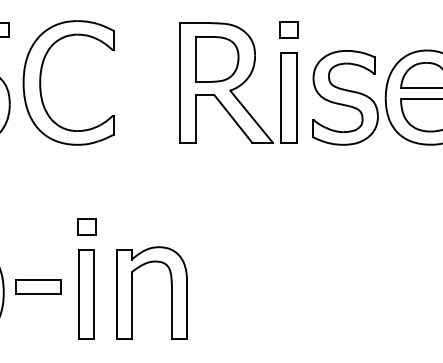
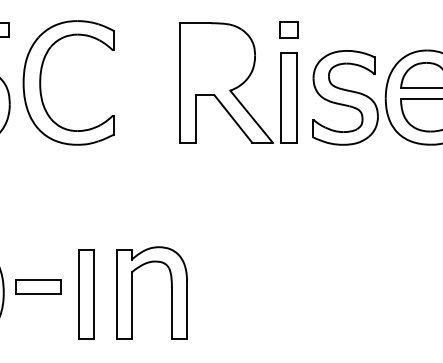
part at (217, 59): present -> none
part at (86, 226): present -> none
